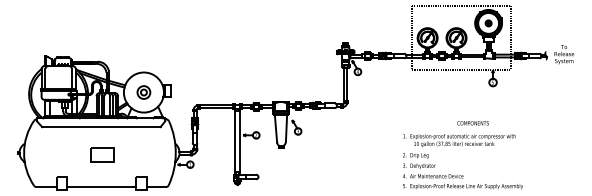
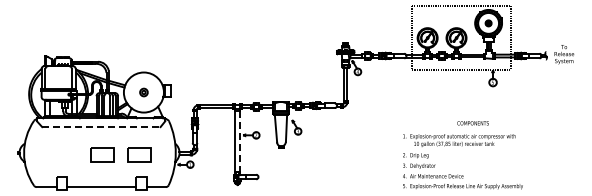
part at (143, 92) size: 16x15 px -> 10x11 px
line at (101, 127): solid -> dashed
line at (239, 141): solid -> dashed
part at (139, 154): none -> present
